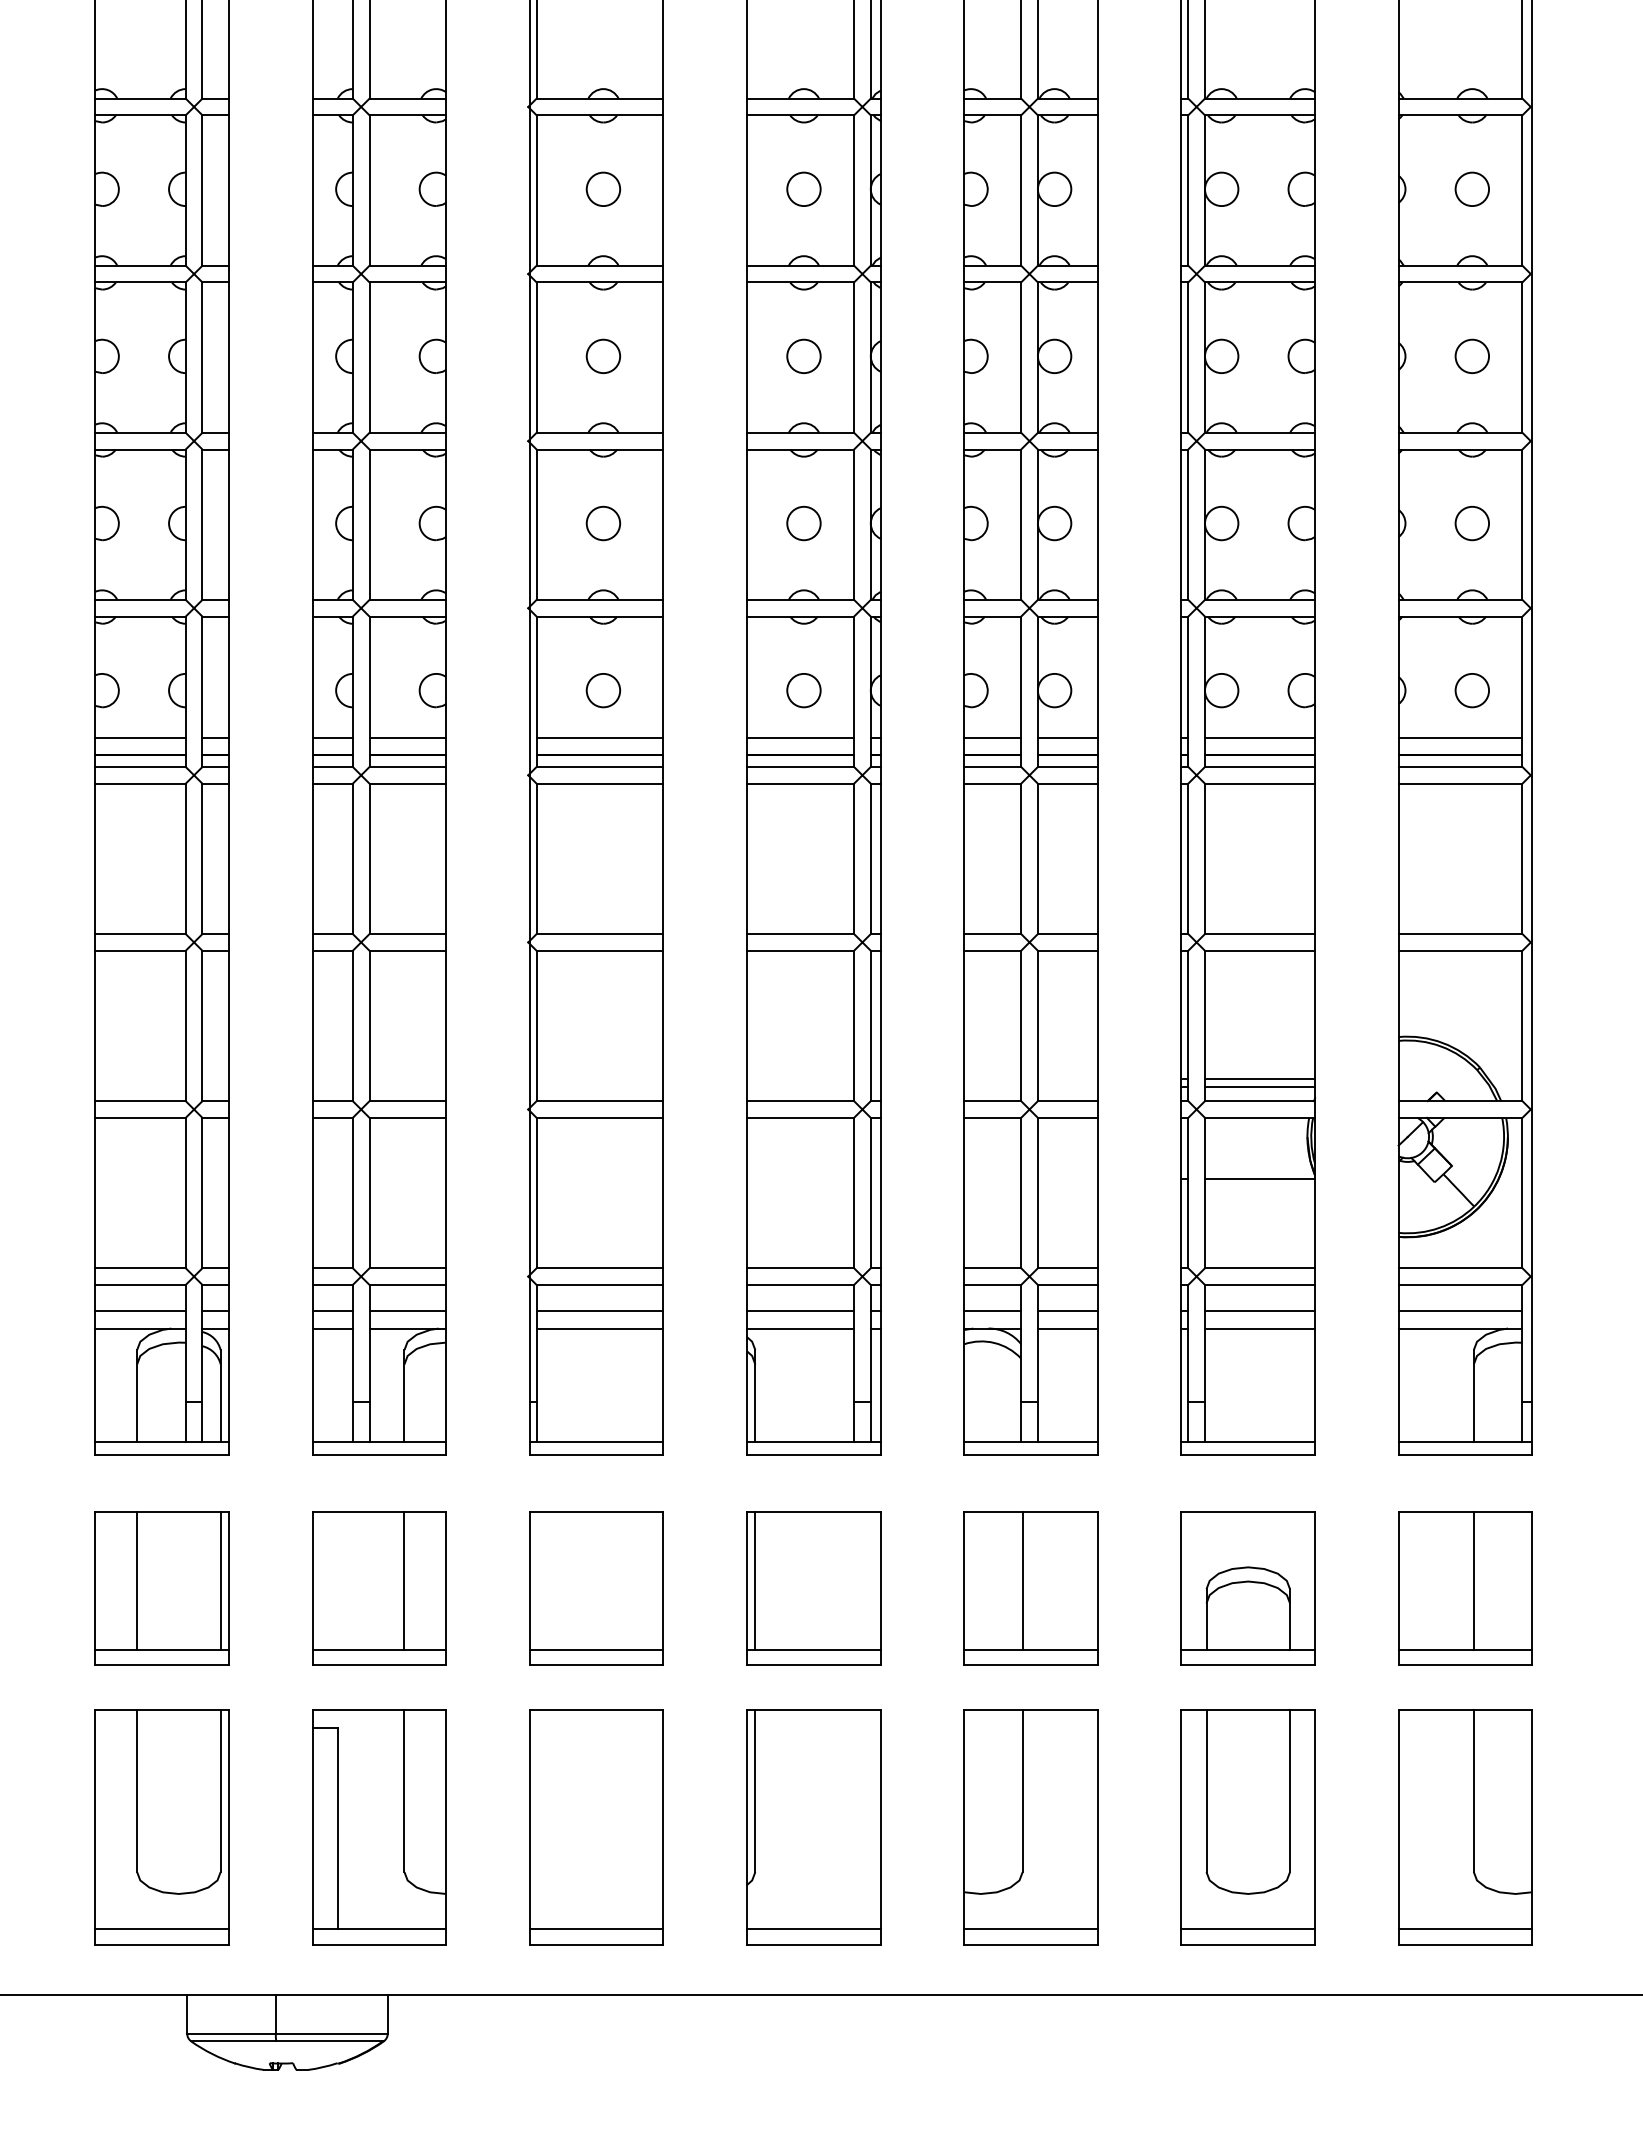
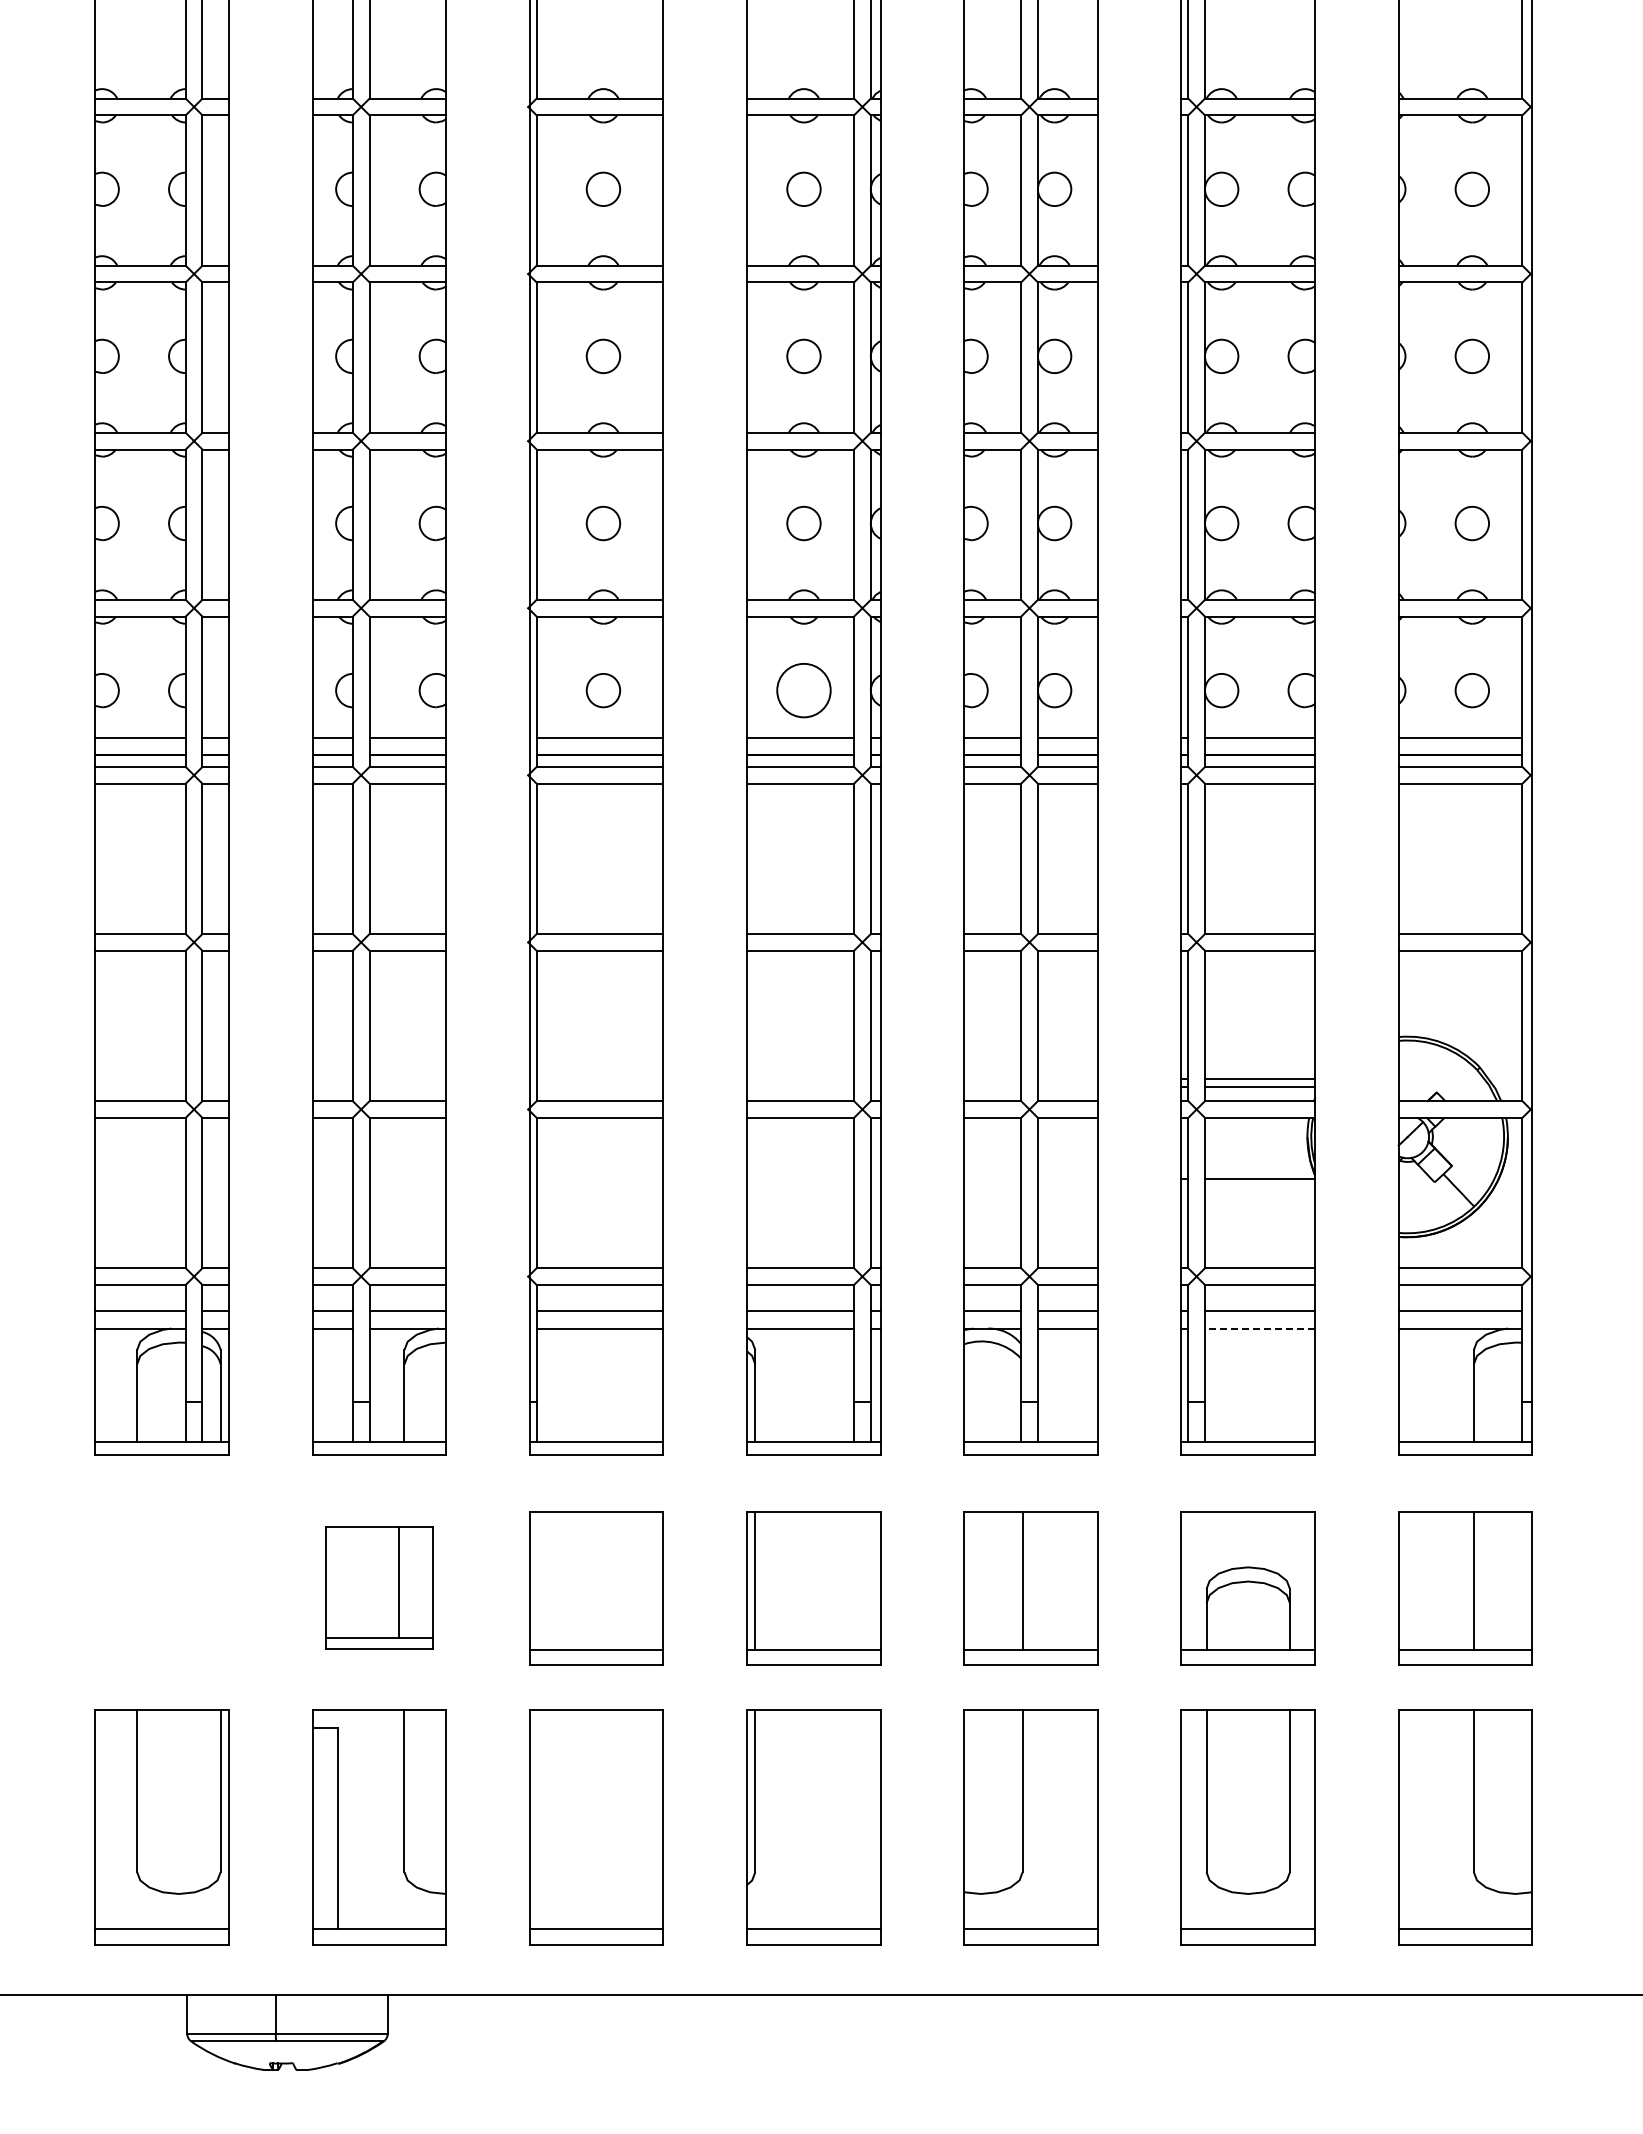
circle at (803, 690) diameter: 33 px -> 53 px
line at (1259, 1328): solid -> dashed
part at (161, 1588): present -> none
part at (379, 1588) size: 135x155 px -> 109x124 px
